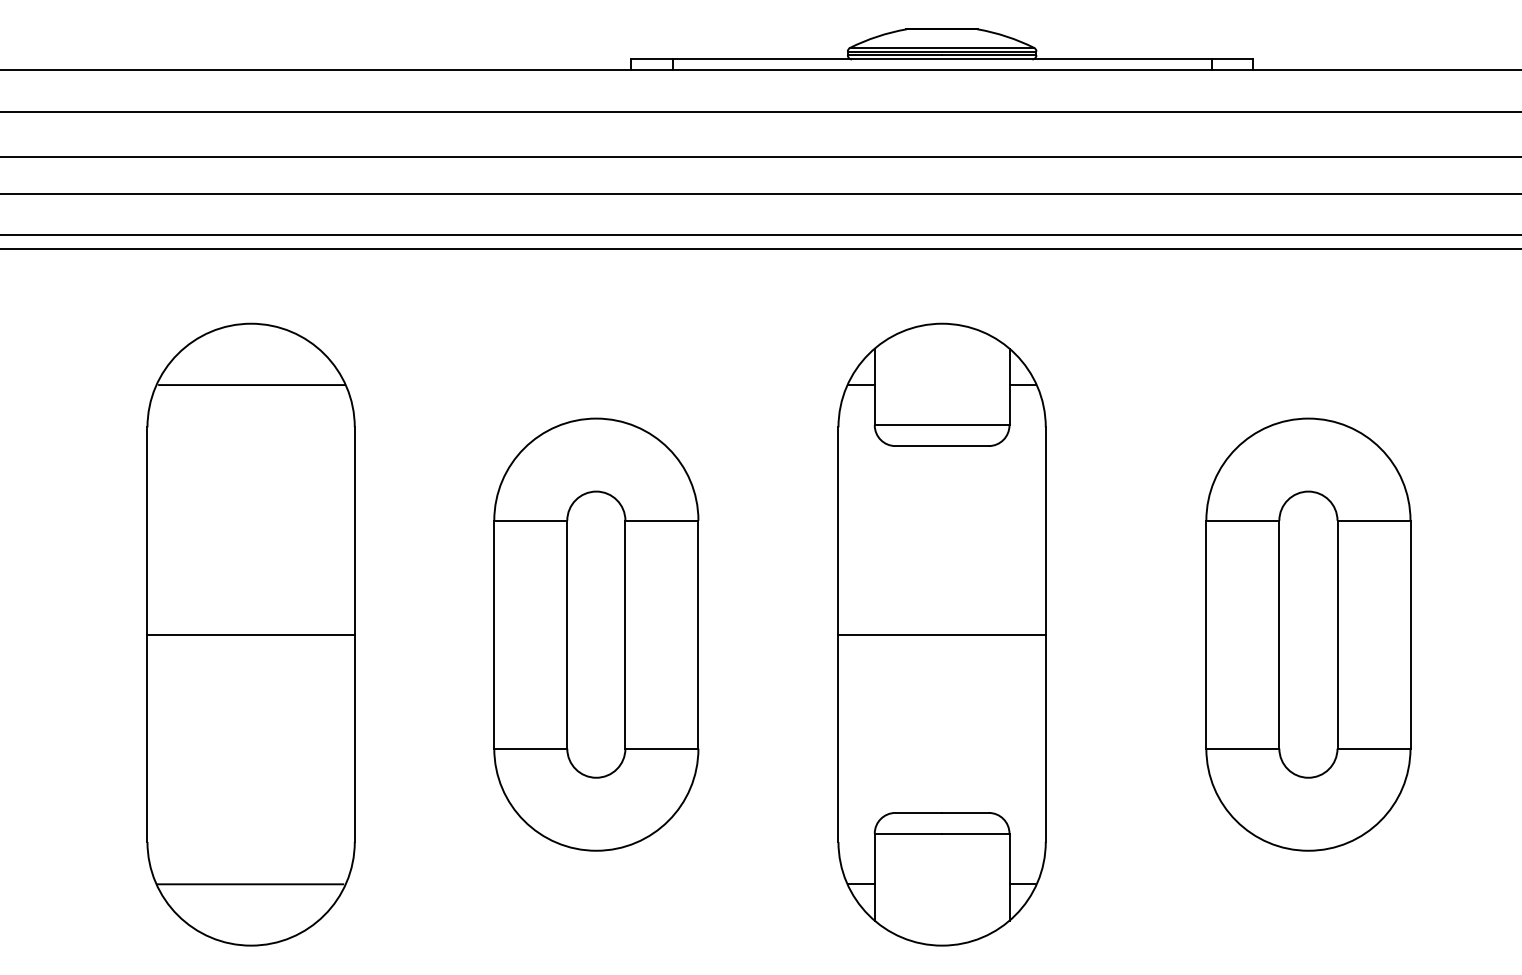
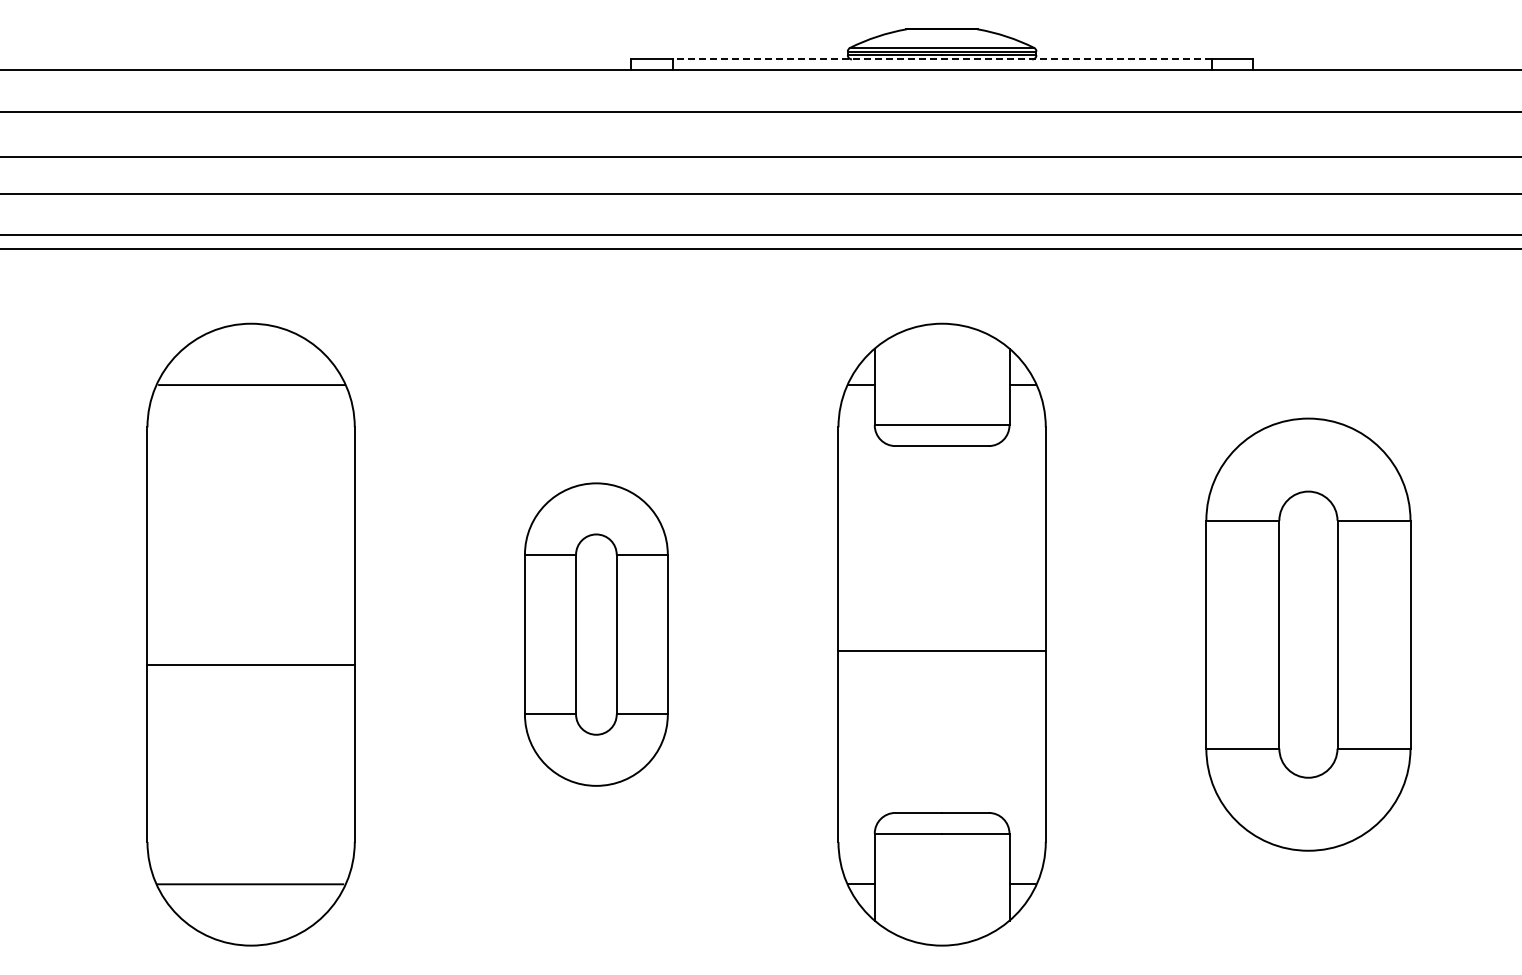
line at (941, 59): solid -> dashed
line at (250, 634) position: (250, 634) -> (250, 664)
part at (596, 634) size: 207x435 px -> 145x305 px
line at (941, 634) position: (941, 634) -> (941, 650)
